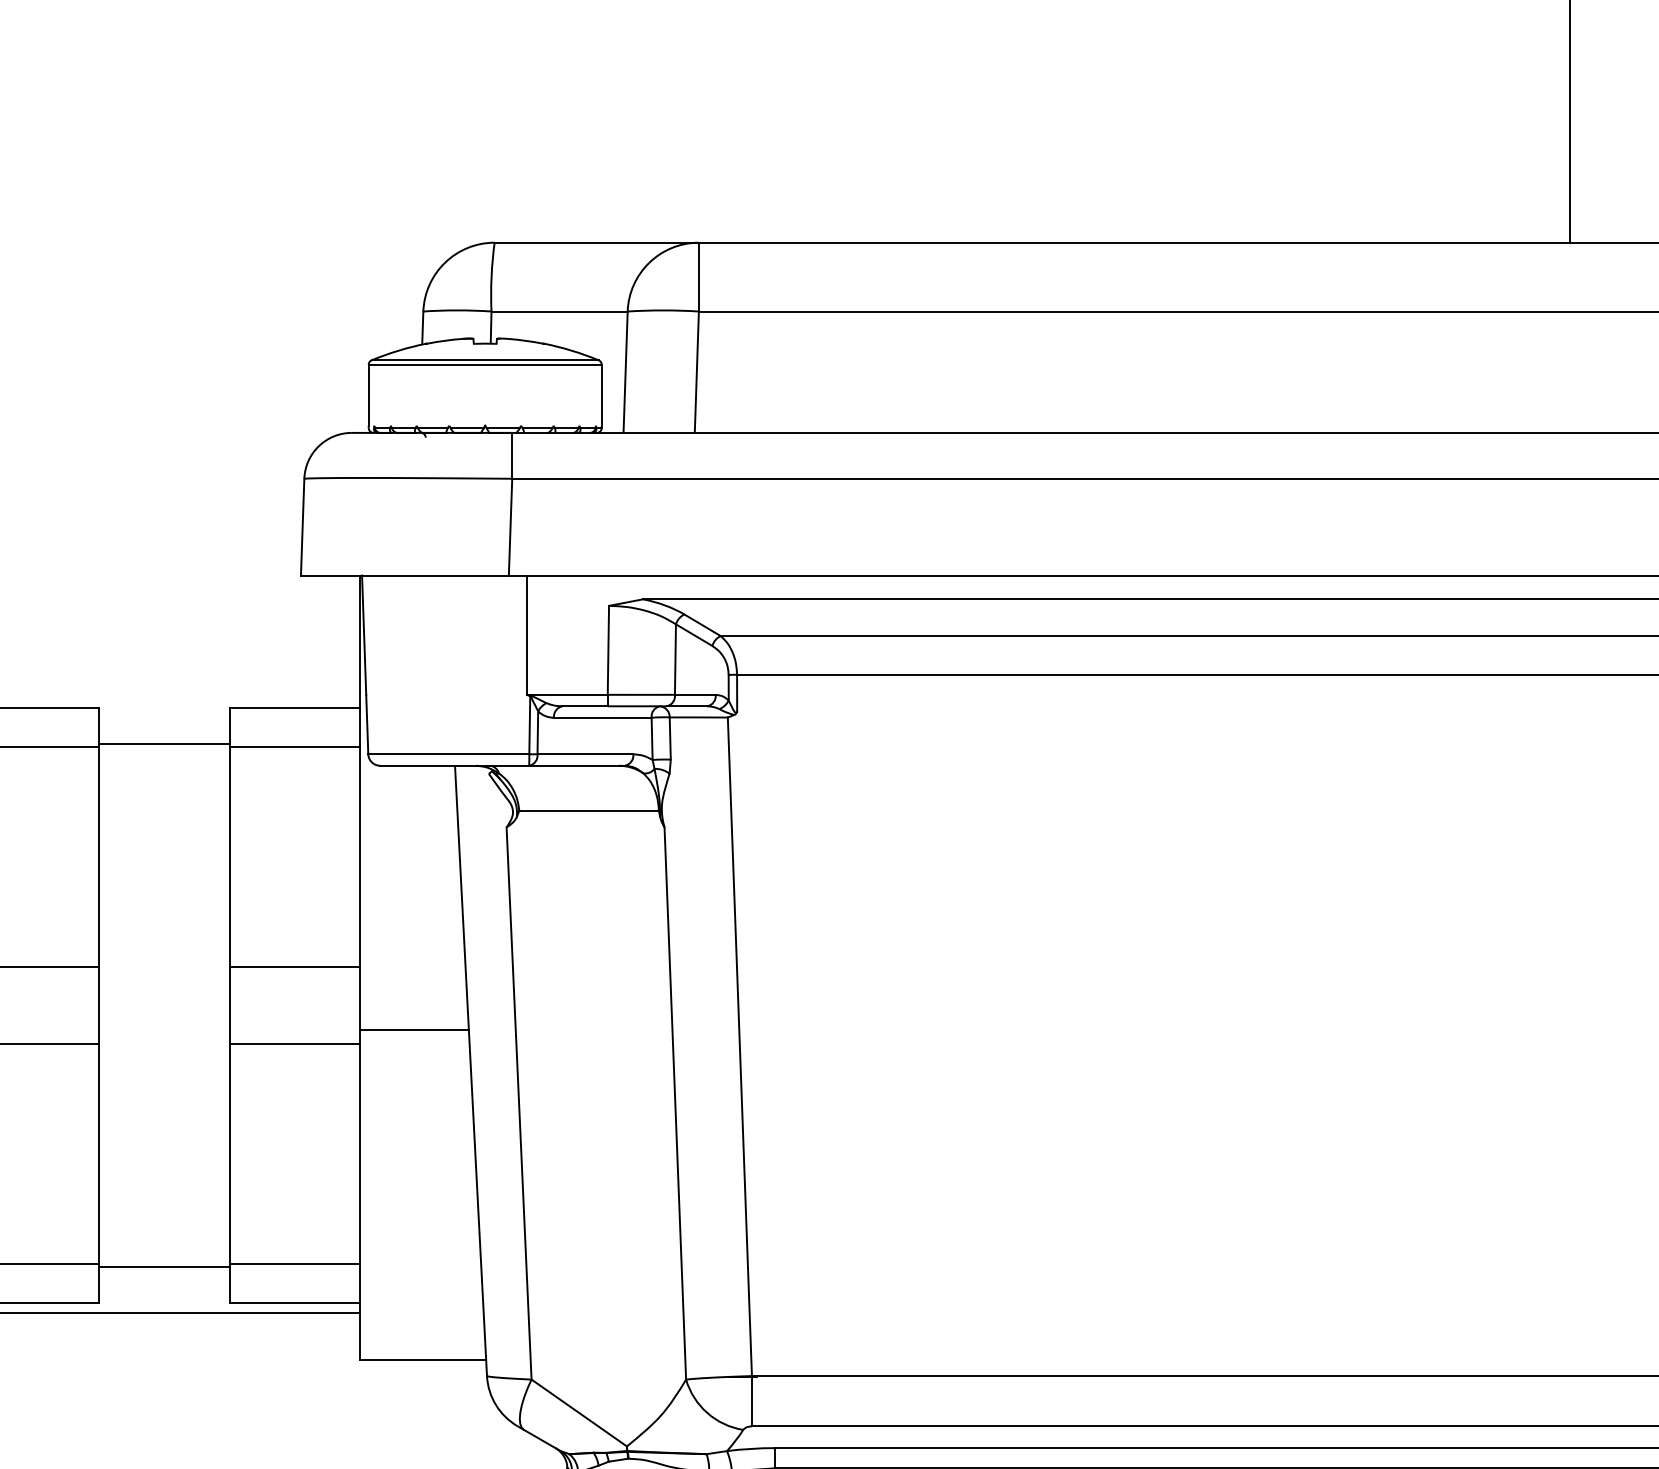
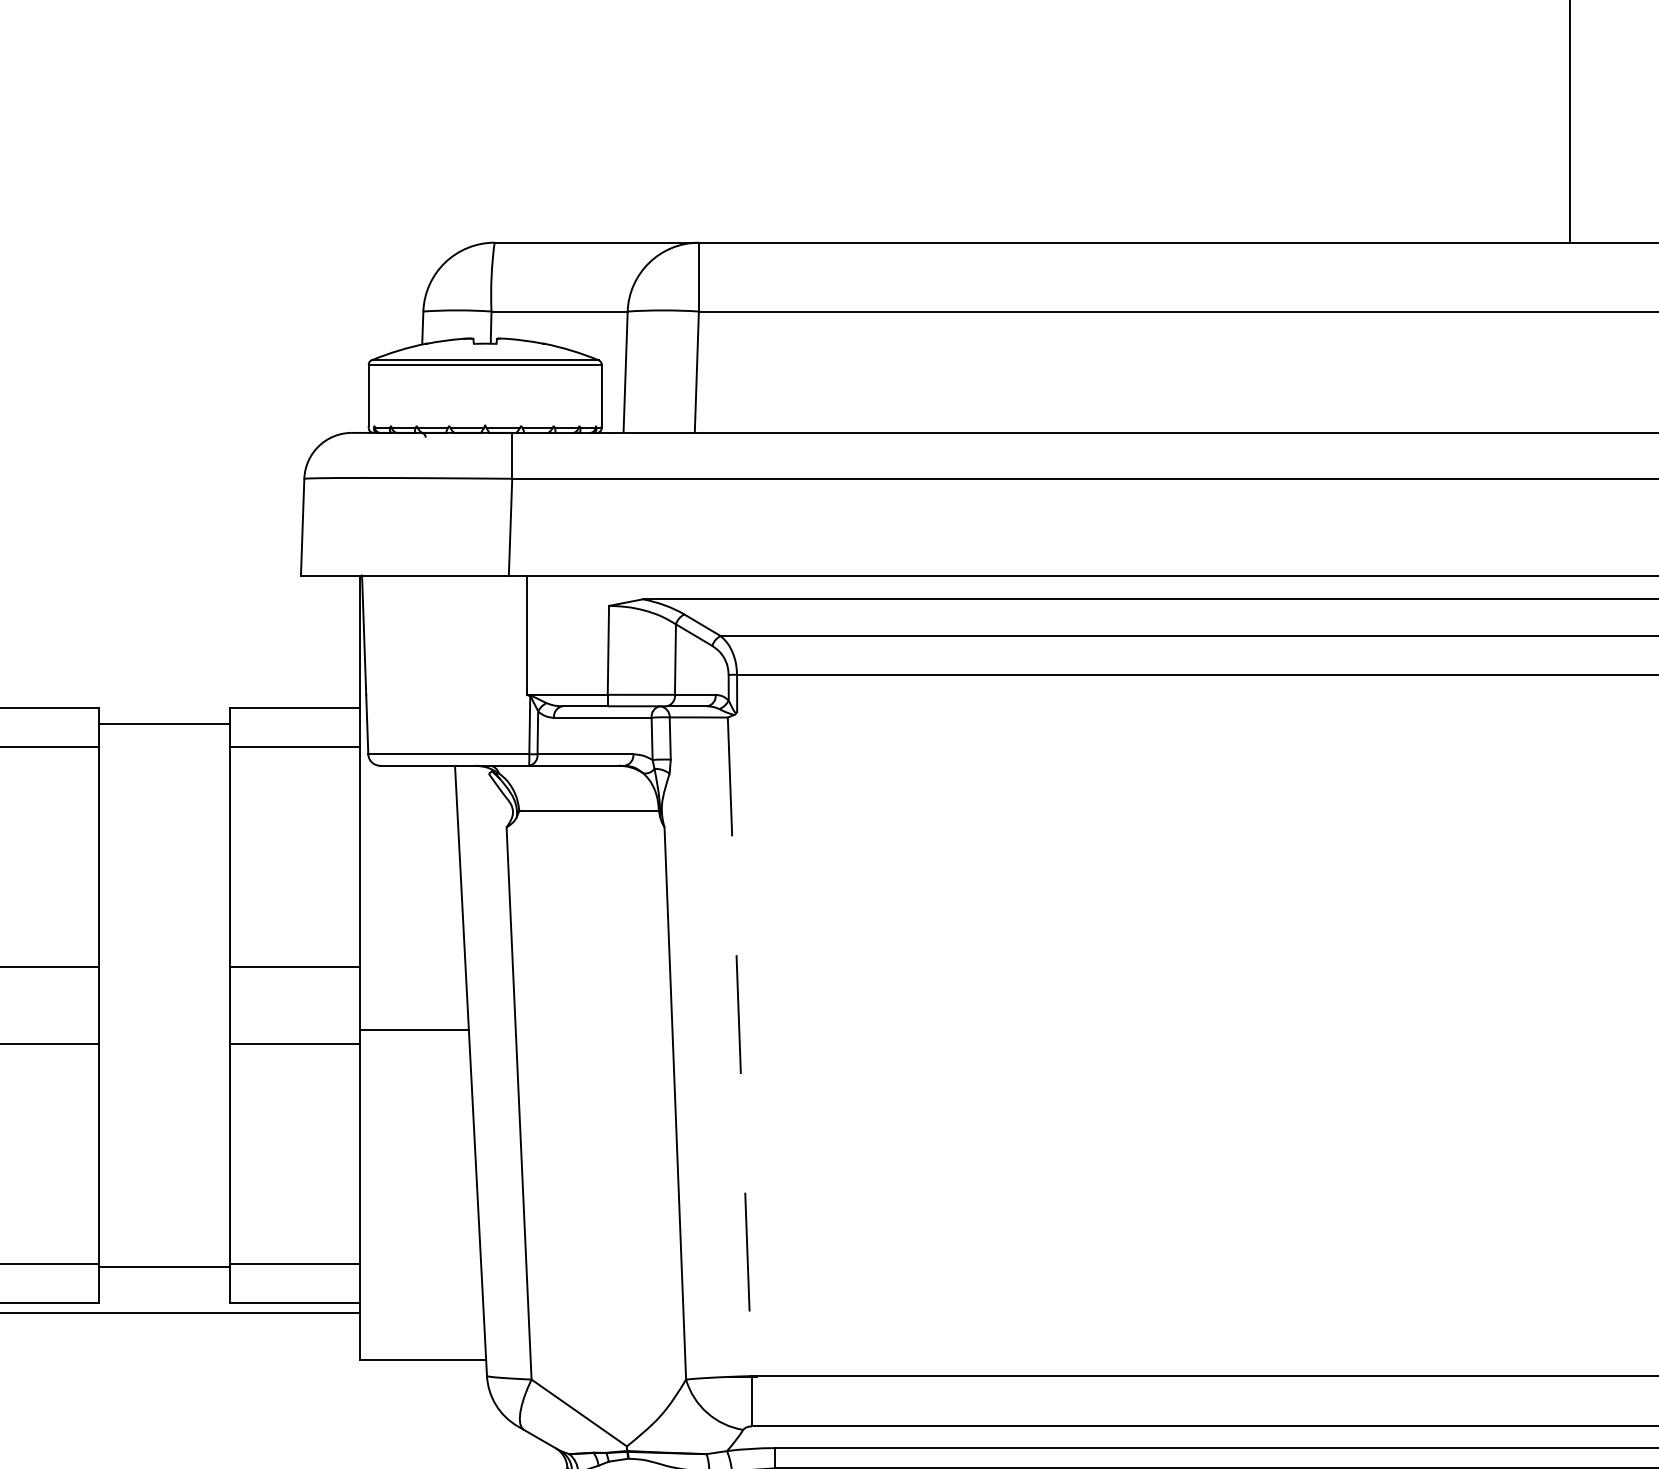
line at (163, 743) position: (163, 743) -> (163, 723)
line at (739, 1047): solid -> dashed
